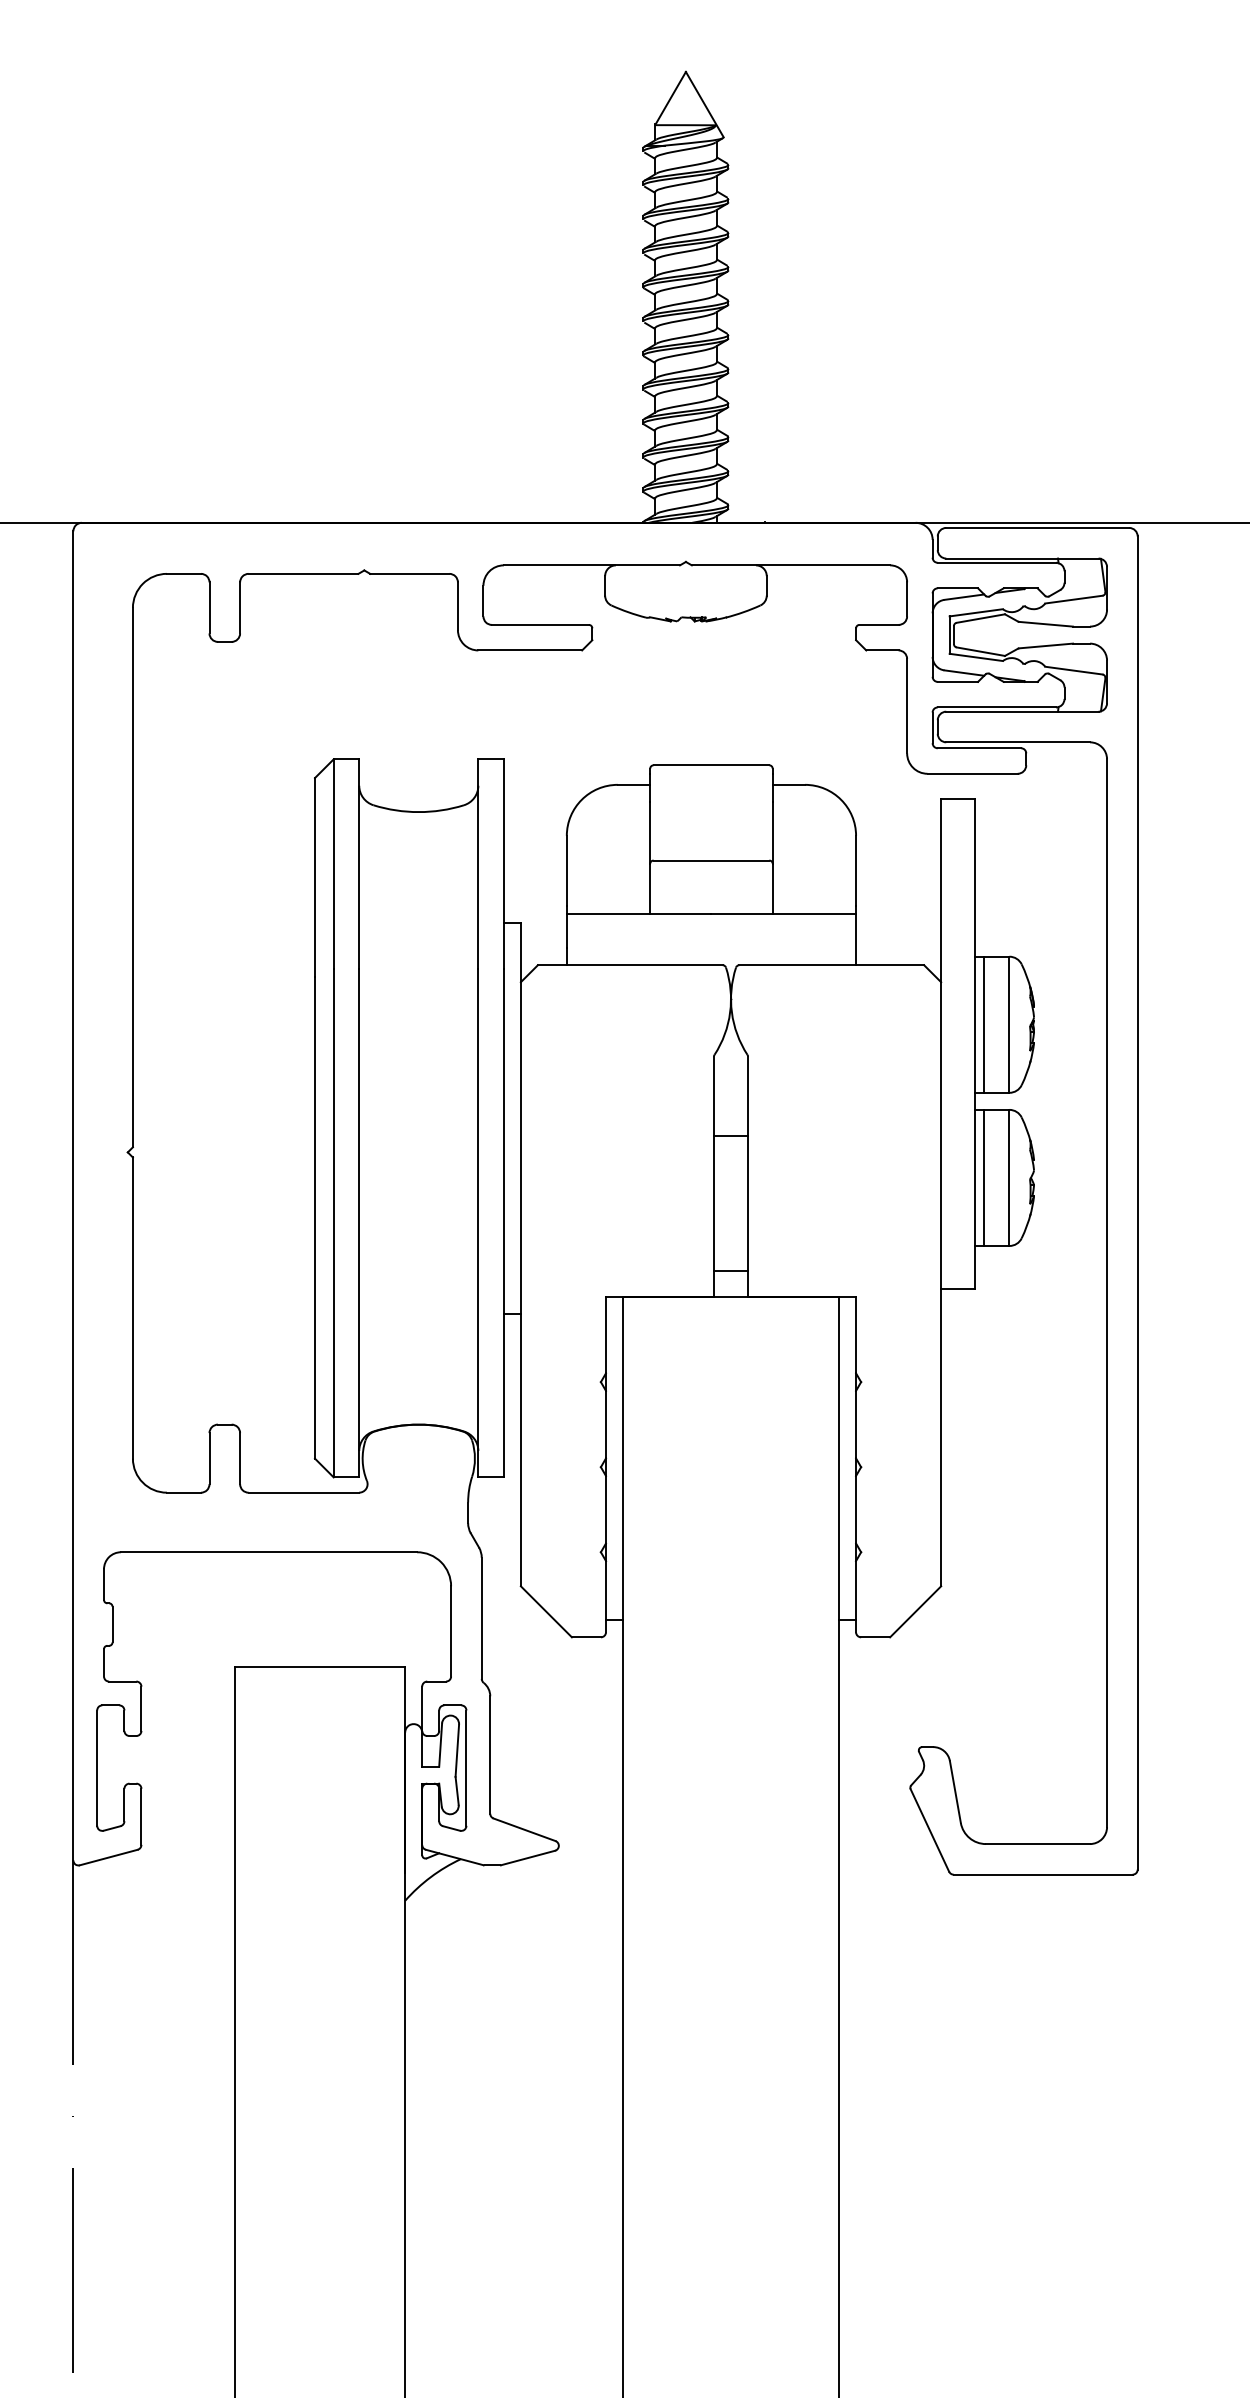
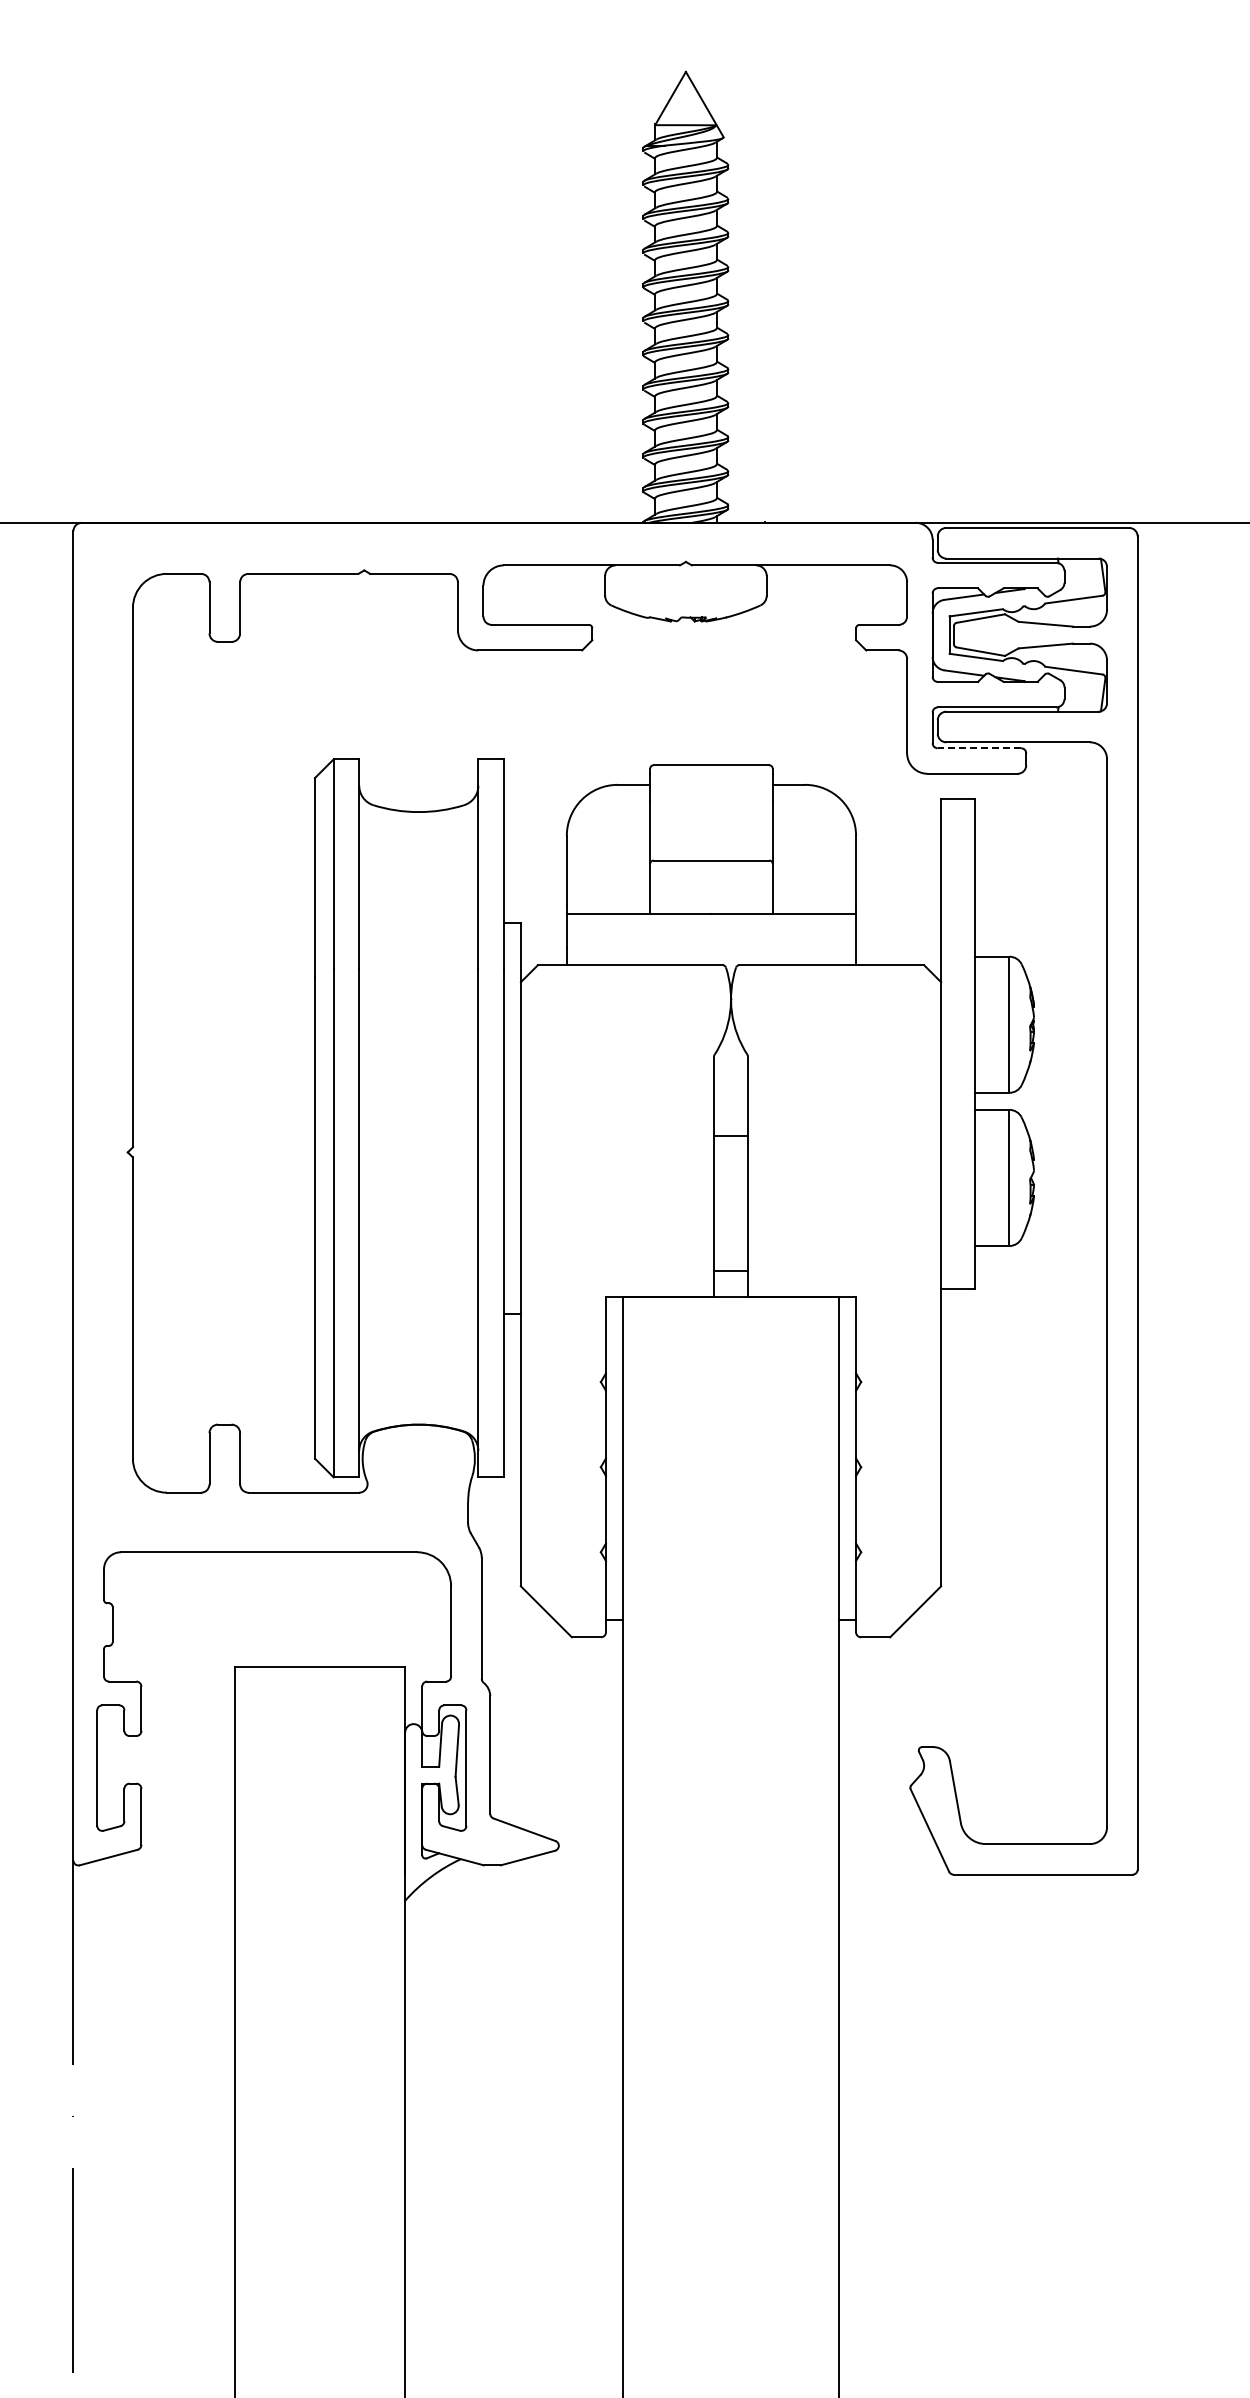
line at (979, 748): solid -> dashed
line at (983, 1024): present -> none
line at (983, 1177): present -> none
